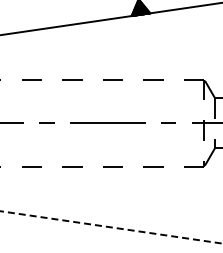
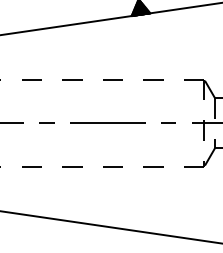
line at (111, 227): dashed -> solid
